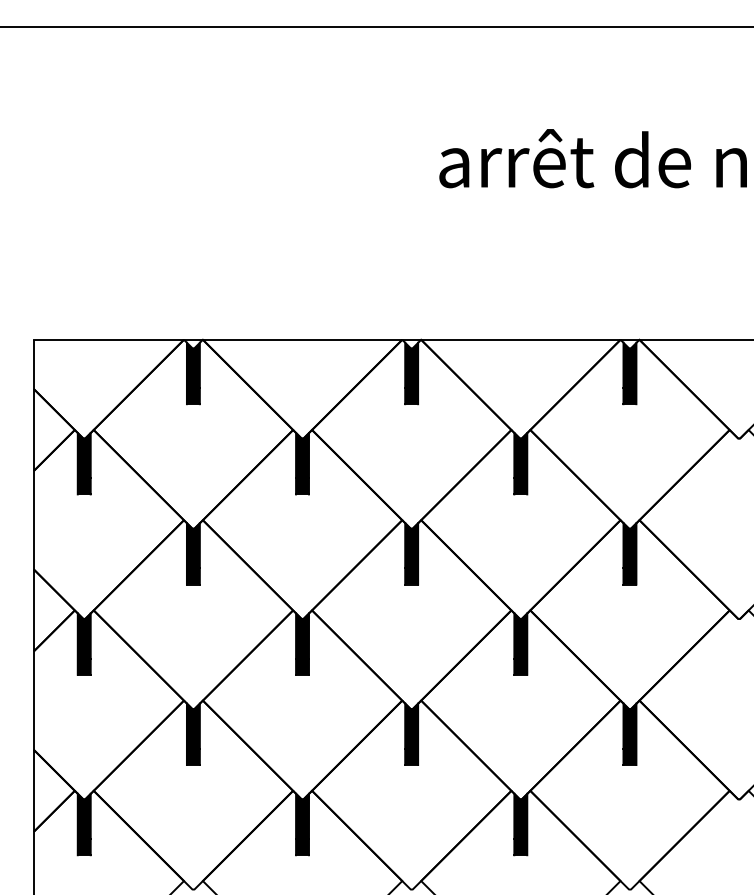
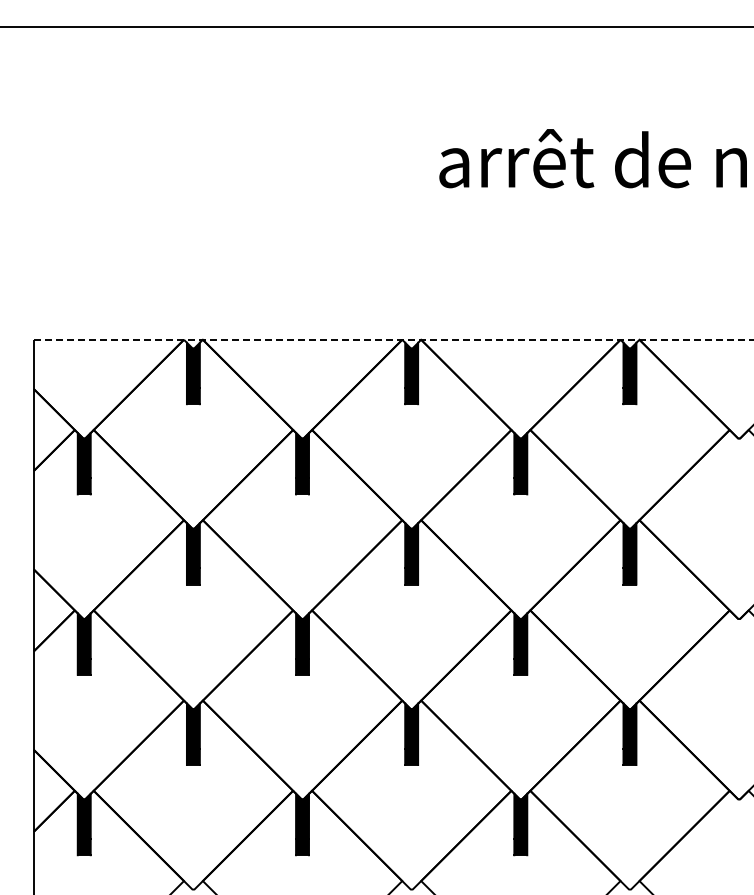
line at (393, 339): solid -> dashed
